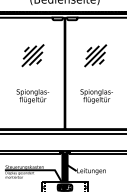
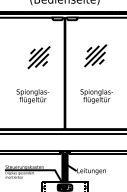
part at (32, 55) position: (32, 55) -> (38, 57)
